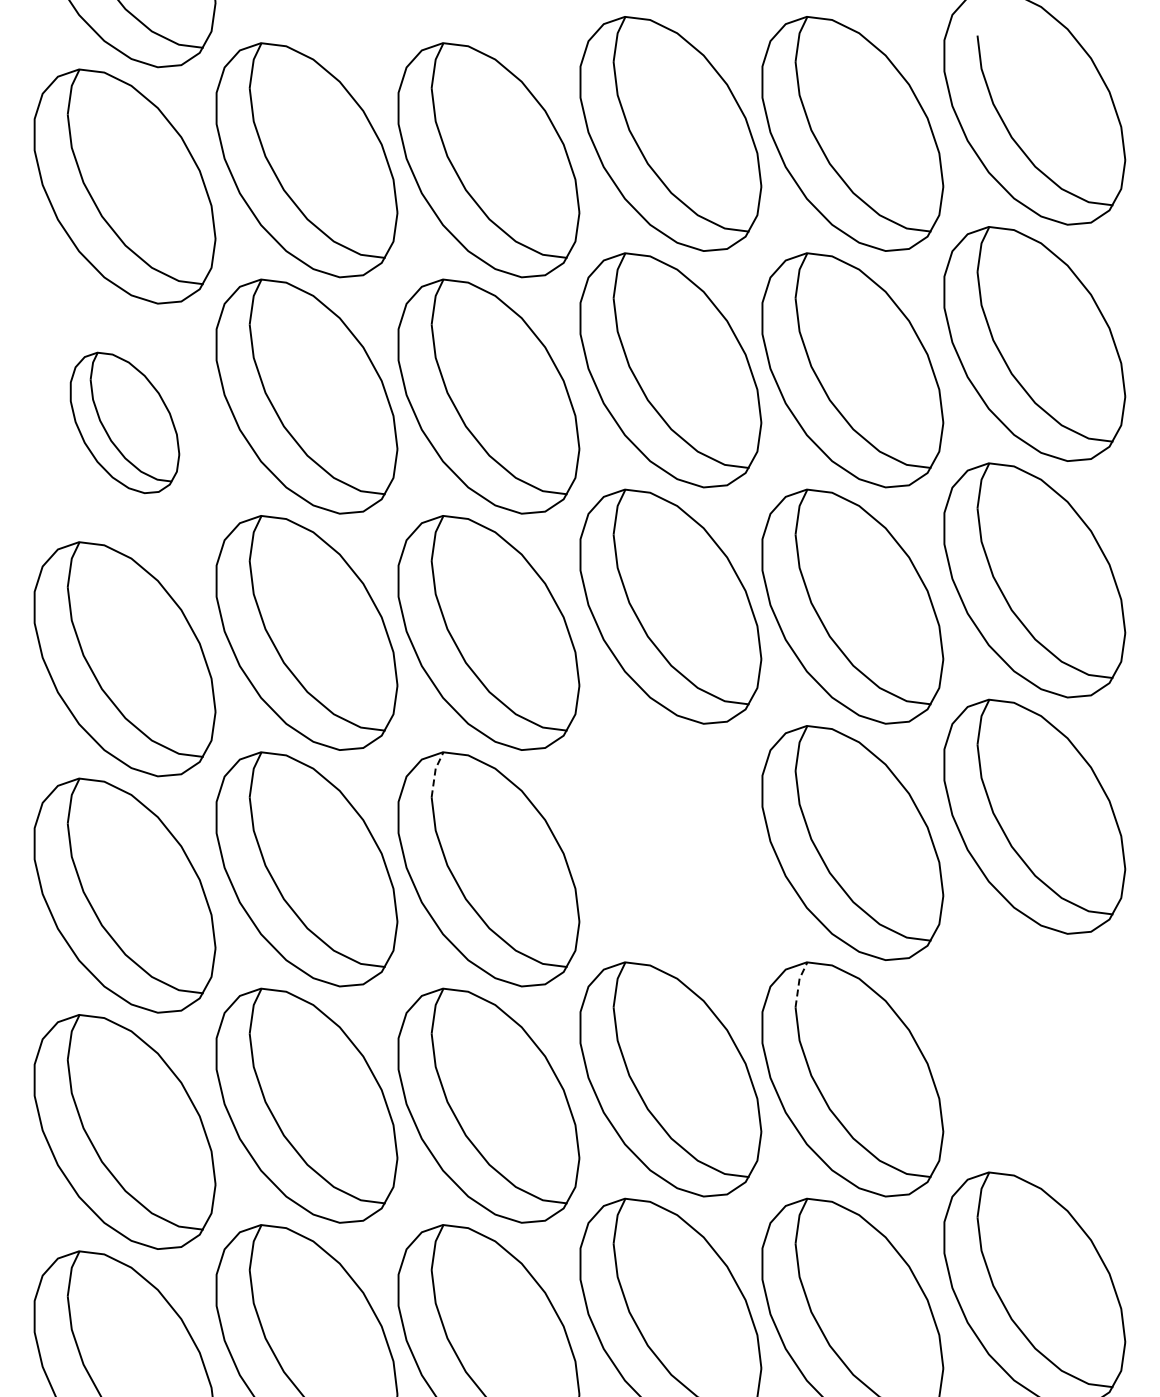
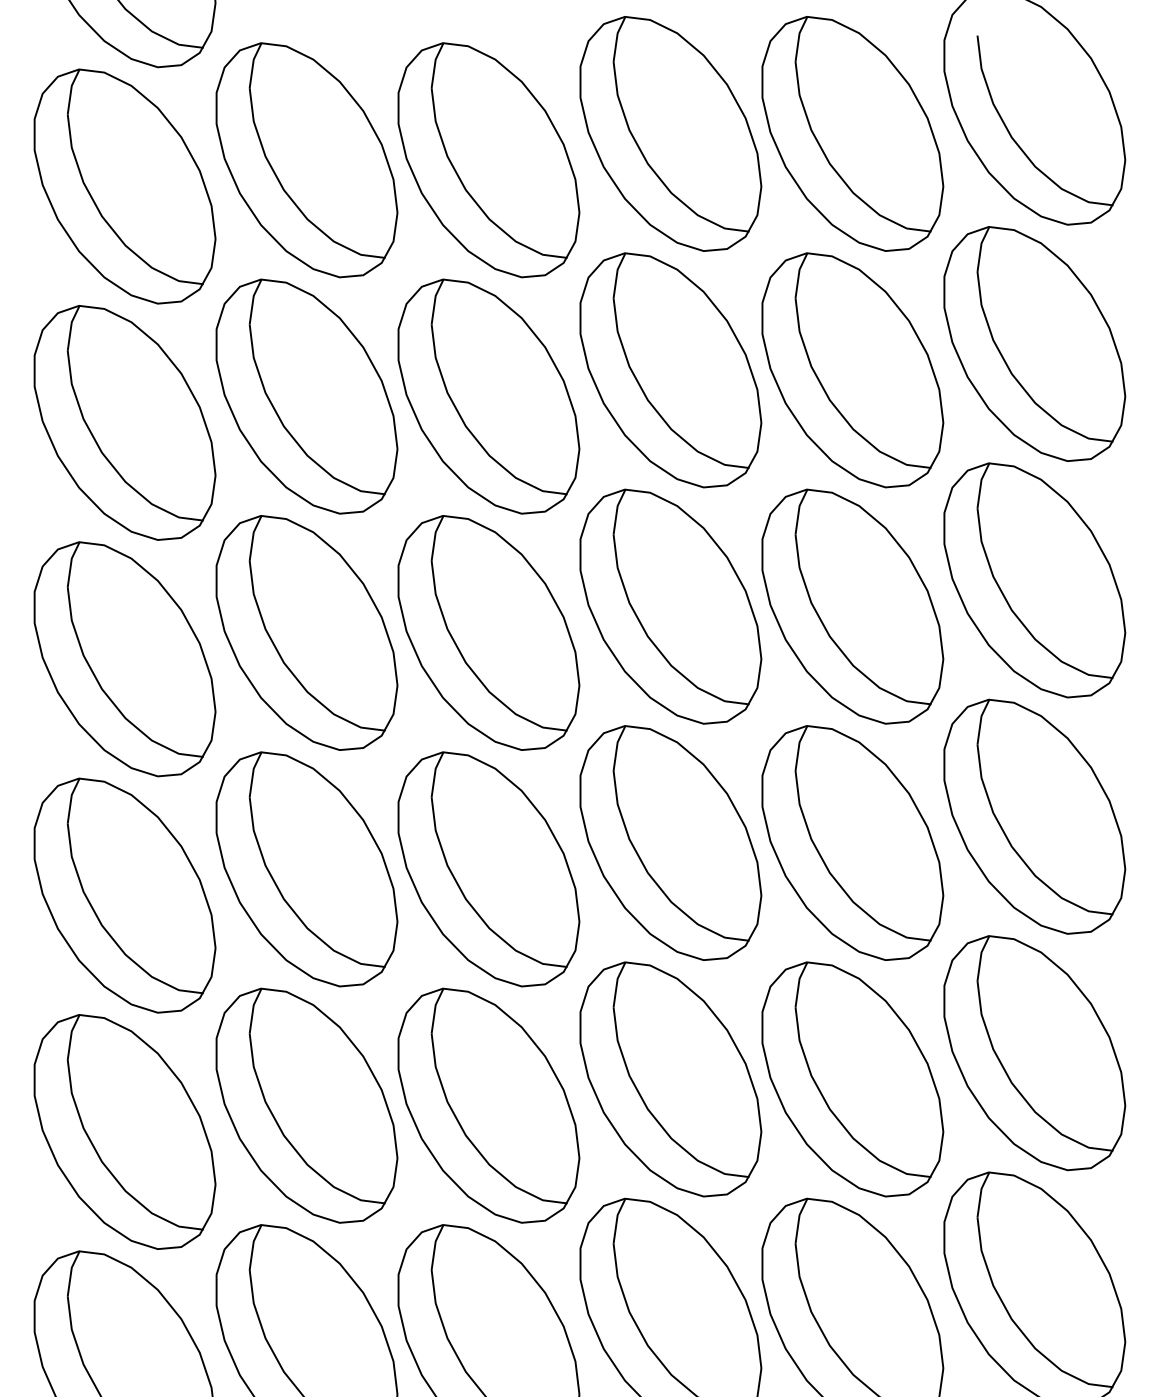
part at (124, 422) size: 112x143 px -> 184x236 px
line at (435, 772): dashed -> solid
part at (670, 842): none -> present
line at (799, 982): dashed -> solid
part at (1034, 1053): none -> present
